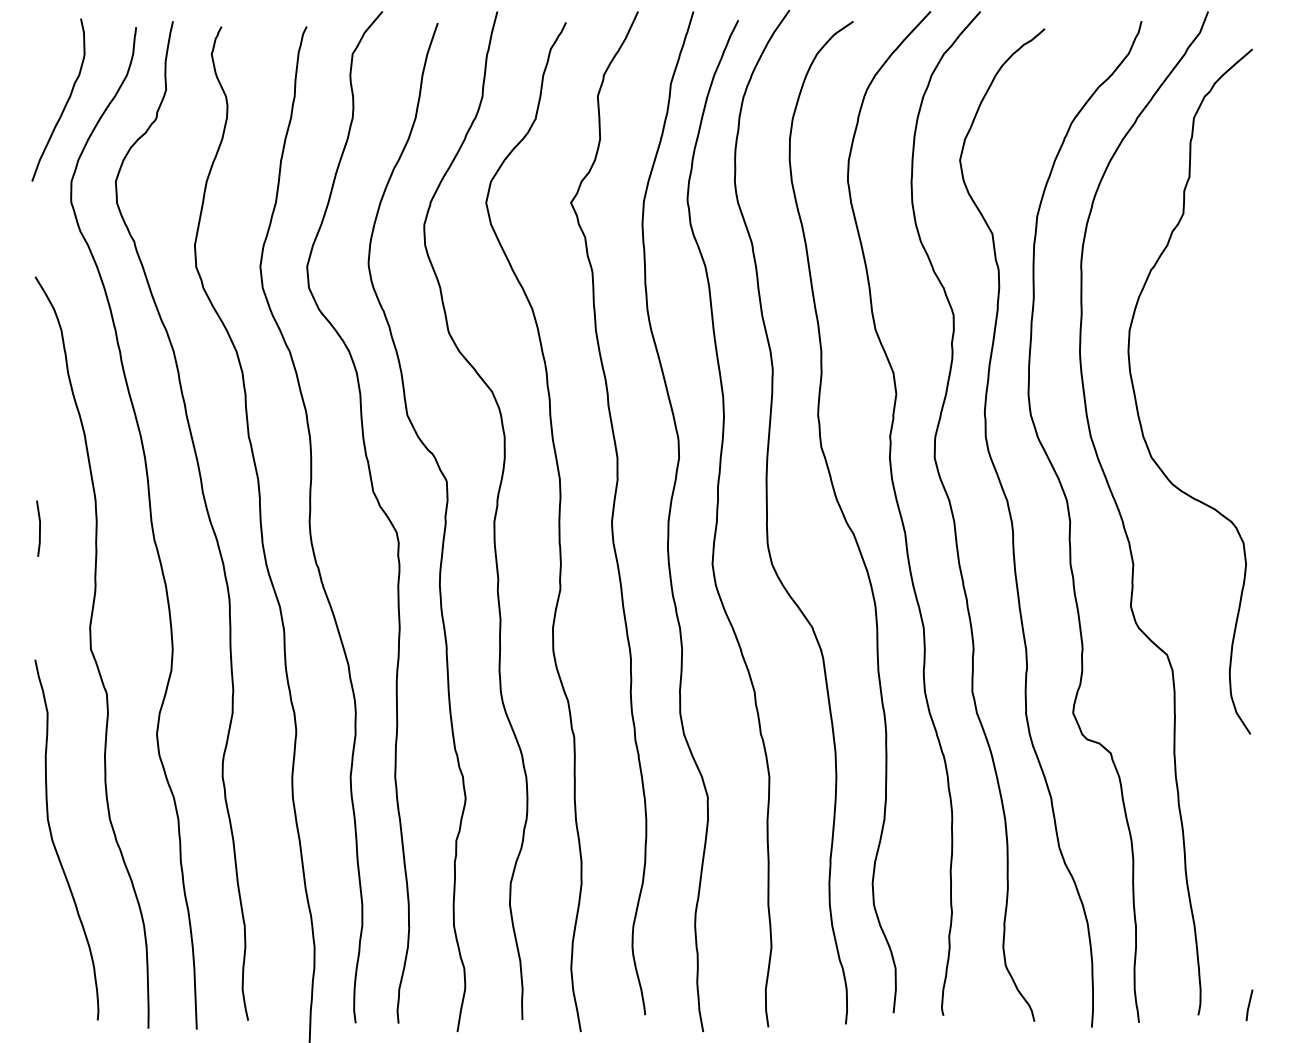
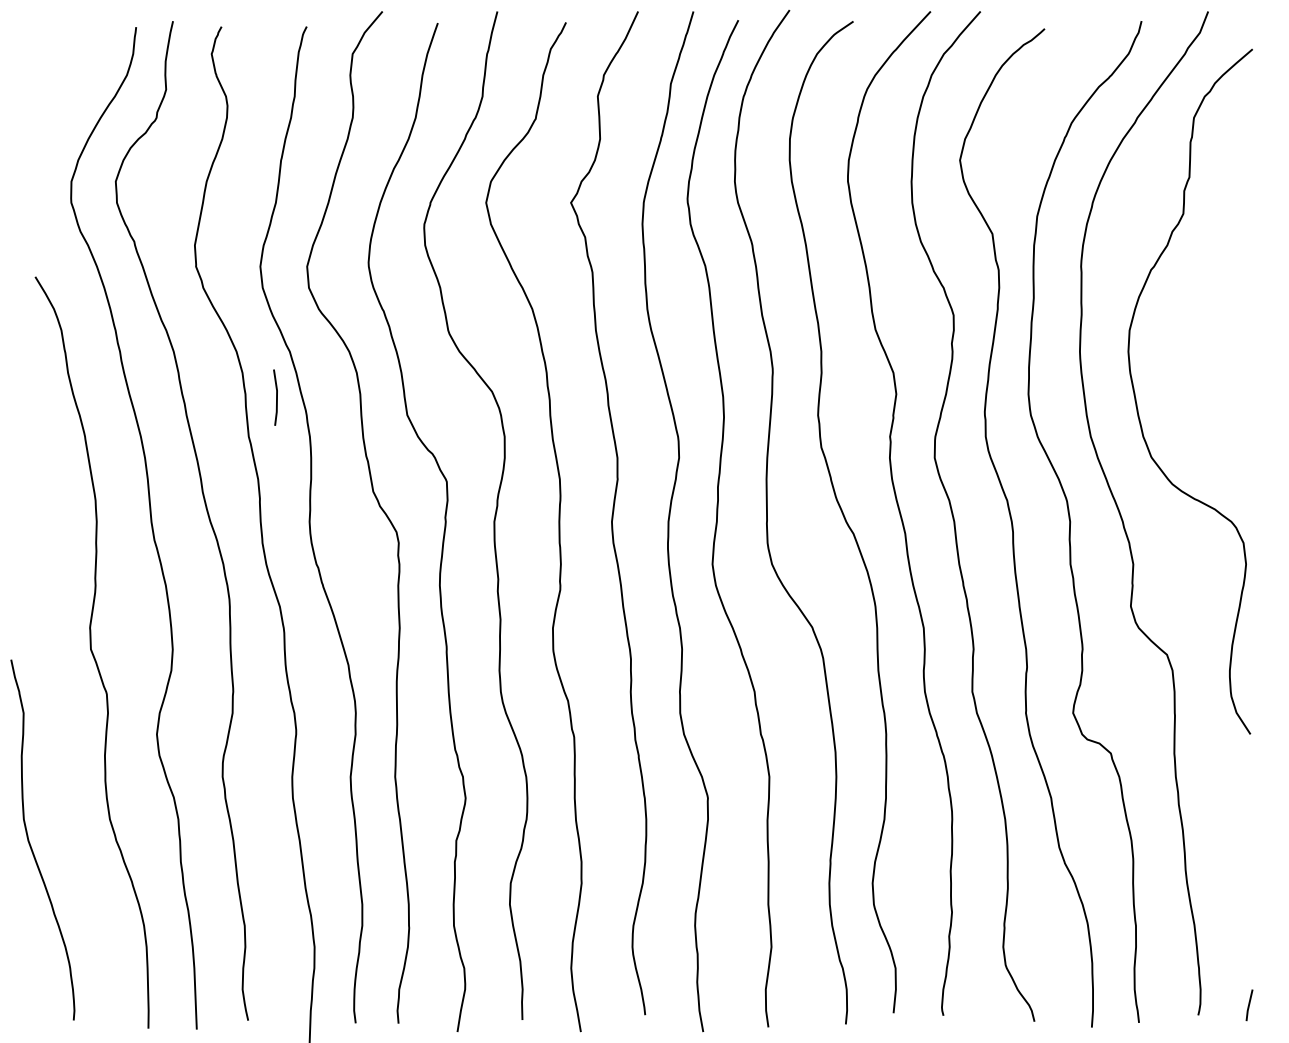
curve at (65, 103): present -> none
line at (39, 528) position: (39, 528) -> (276, 397)
curve at (54, 842) position: (54, 842) -> (30, 842)
